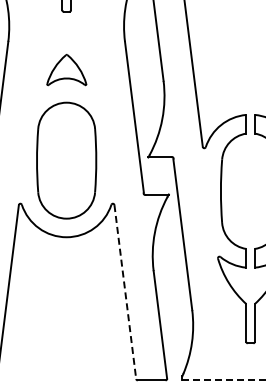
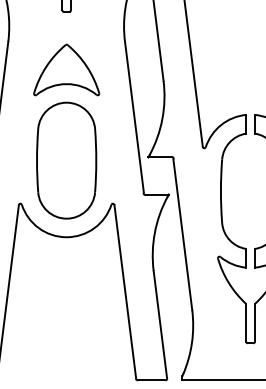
part at (66, 70) size: 42x33 px -> 68x54 px
line at (125, 292): dashed -> solid
line at (224, 380): dashed -> solid
